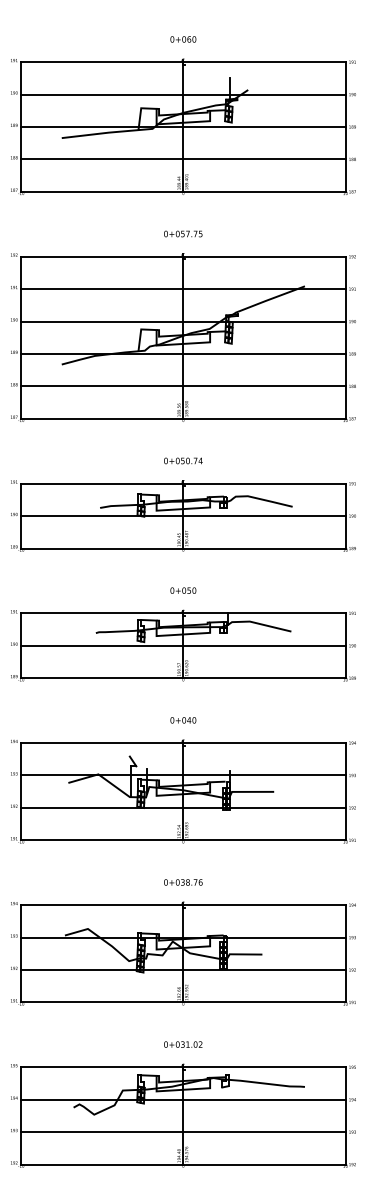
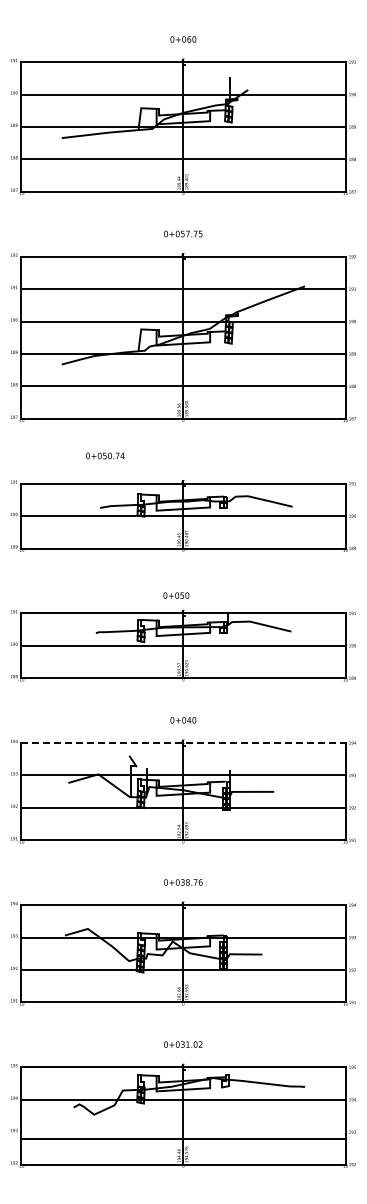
text at (183, 460) position: (183, 460) -> (105, 455)
text at (183, 590) position: (183, 590) -> (176, 595)
line at (183, 743): solid -> dashed
line at (183, 1132) position: (183, 1132) -> (183, 1139)
